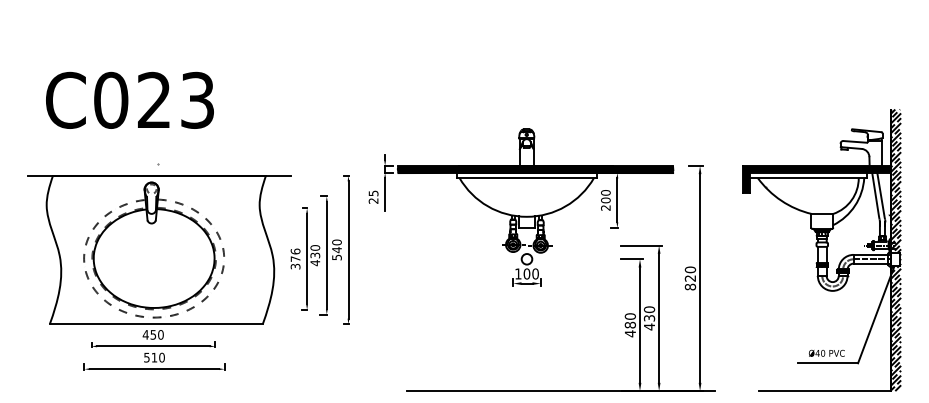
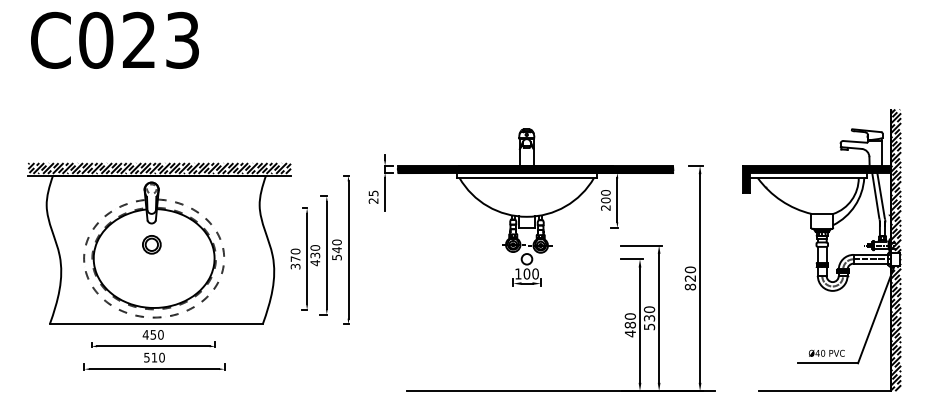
text at (129, 99) position: (129, 99) -> (114, 39)
hatch at (159, 168): none -> present
part at (151, 244): none -> present
text at (295, 251): 376 -> 370
text at (649, 326): 430 -> 530
